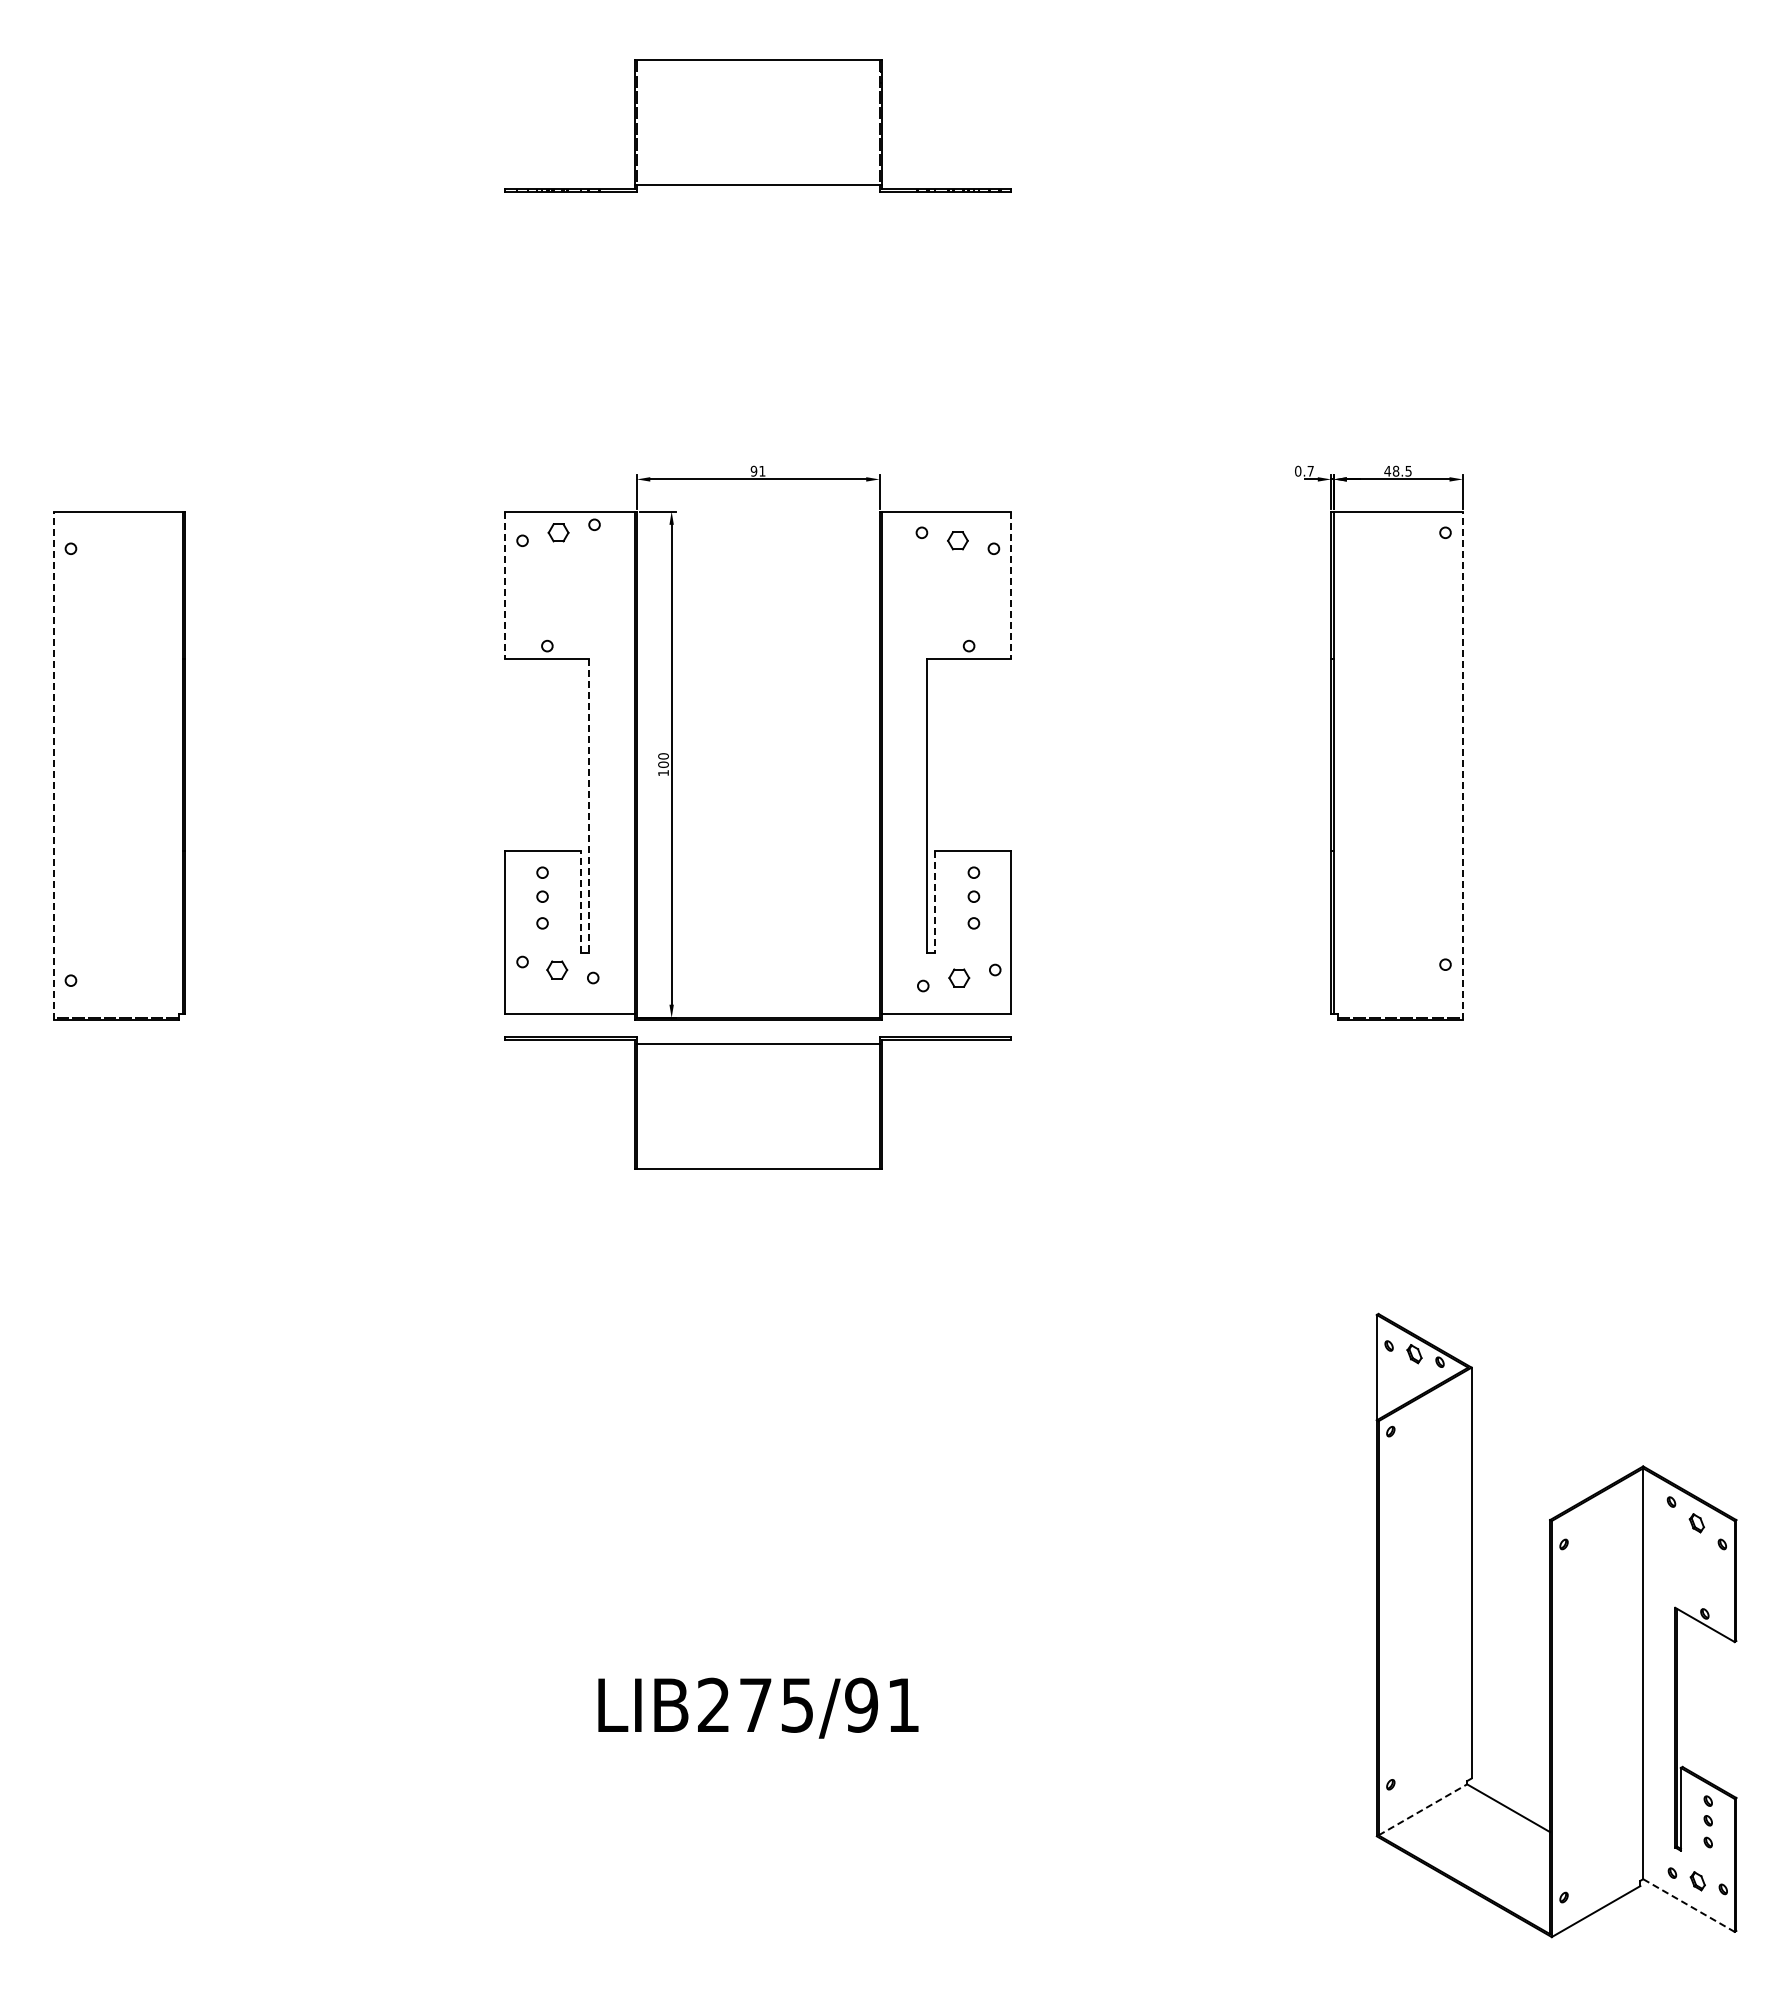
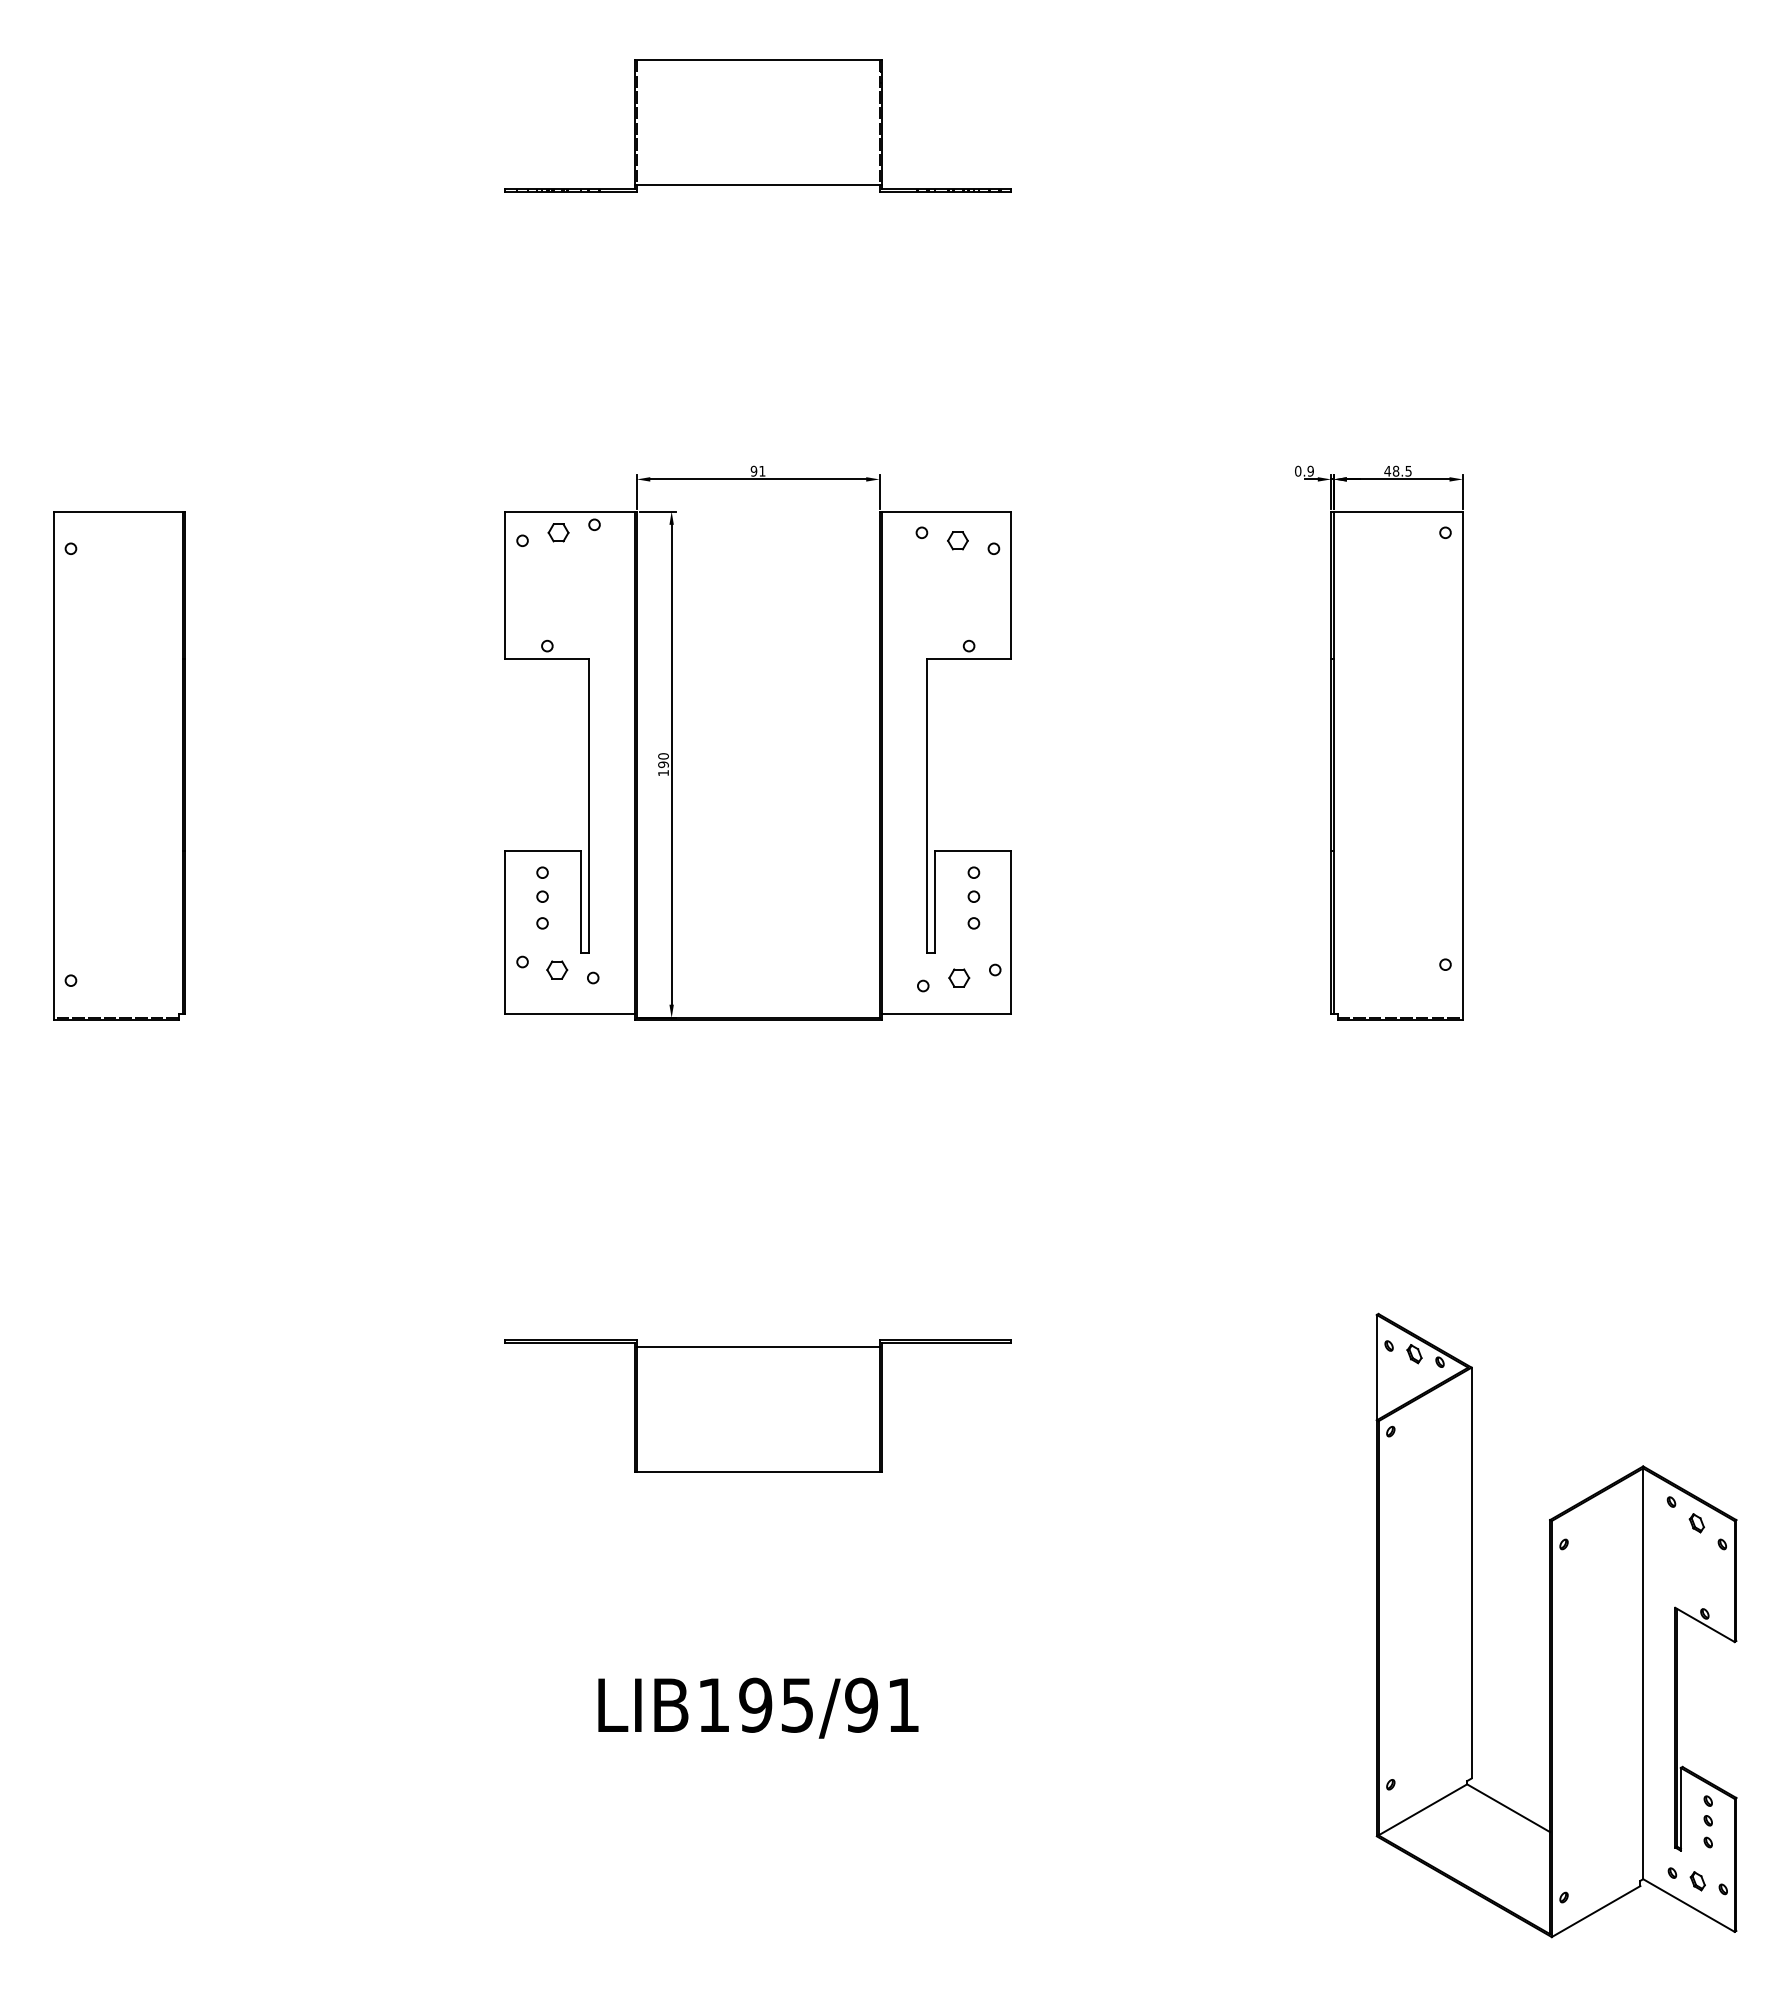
text at (1310, 470): 0.7 -> 0.9
line at (505, 585): dashed -> solid
line at (1011, 585): dashed -> solid
text at (663, 764): 100 -> 190
line at (53, 765): dashed -> solid
line at (1462, 765): dashed -> solid
line at (589, 806): dashed -> solid
line at (581, 902): dashed -> solid
line at (935, 902): dashed -> solid
part at (757, 1102) position: (757, 1102) -> (757, 1405)
text at (735, 1704): LIB275/91 -> LIB195/91
line at (1423, 1809): dashed -> solid
line at (1688, 1905): dashed -> solid
